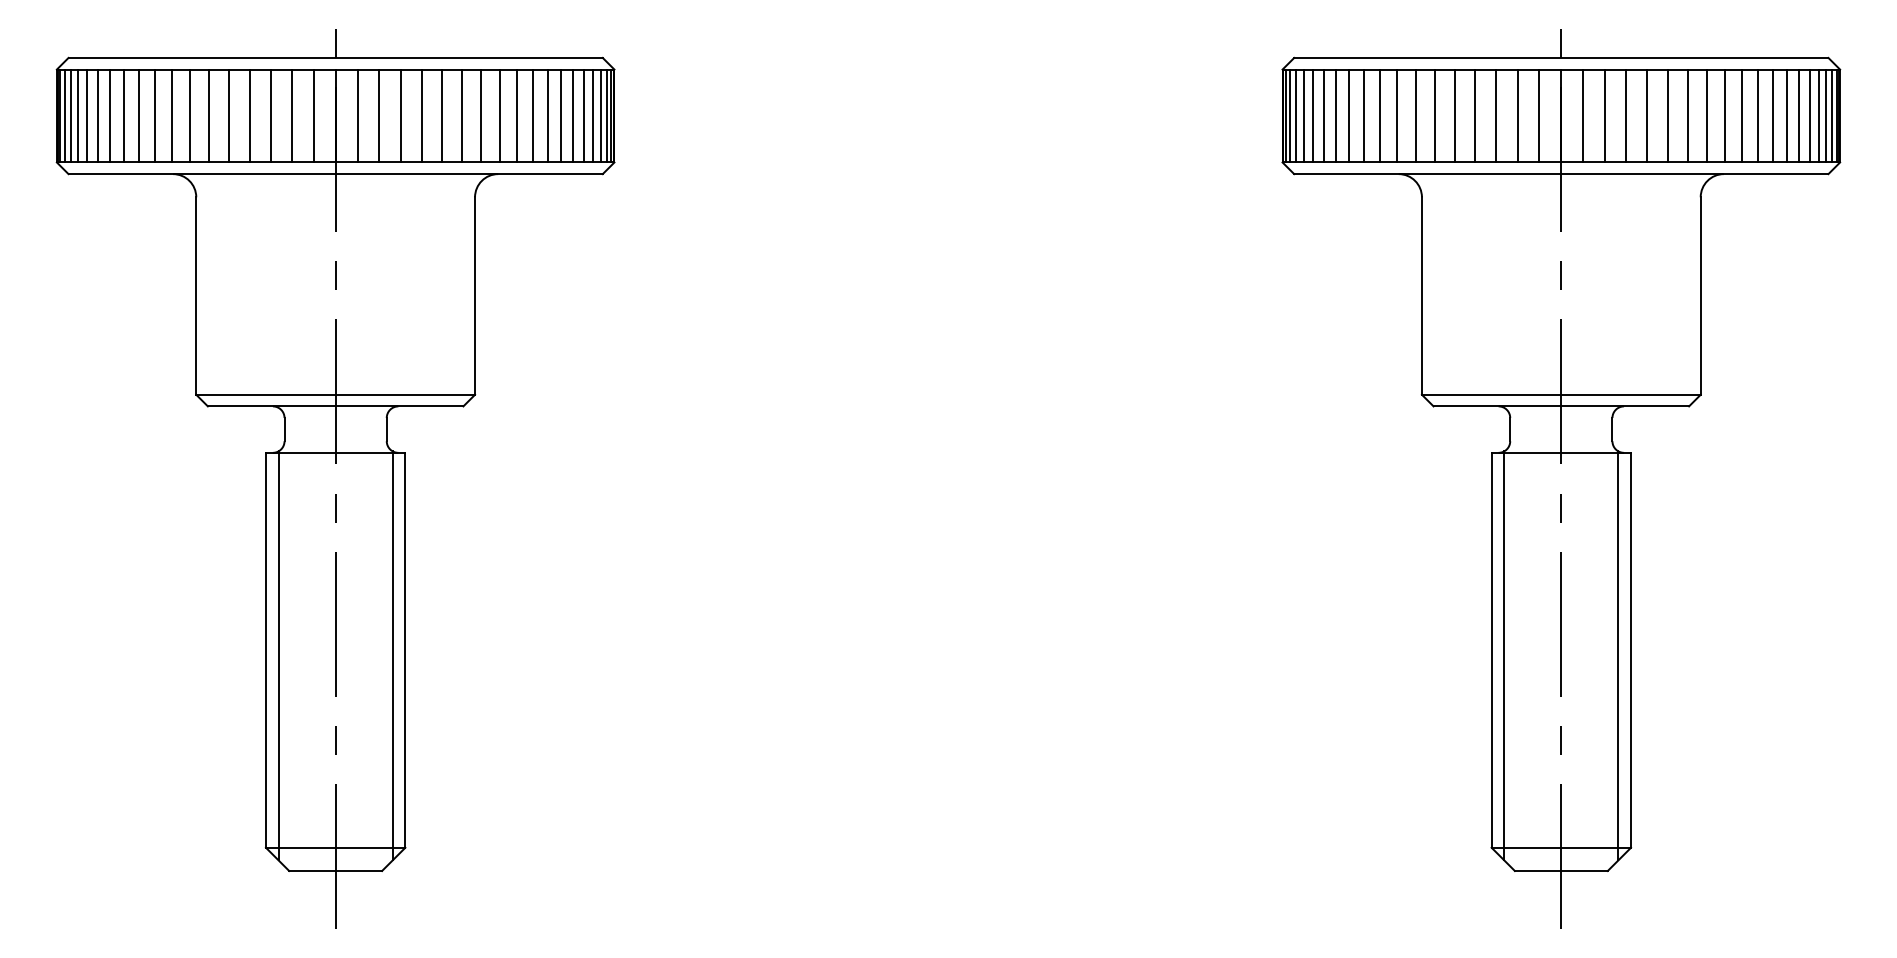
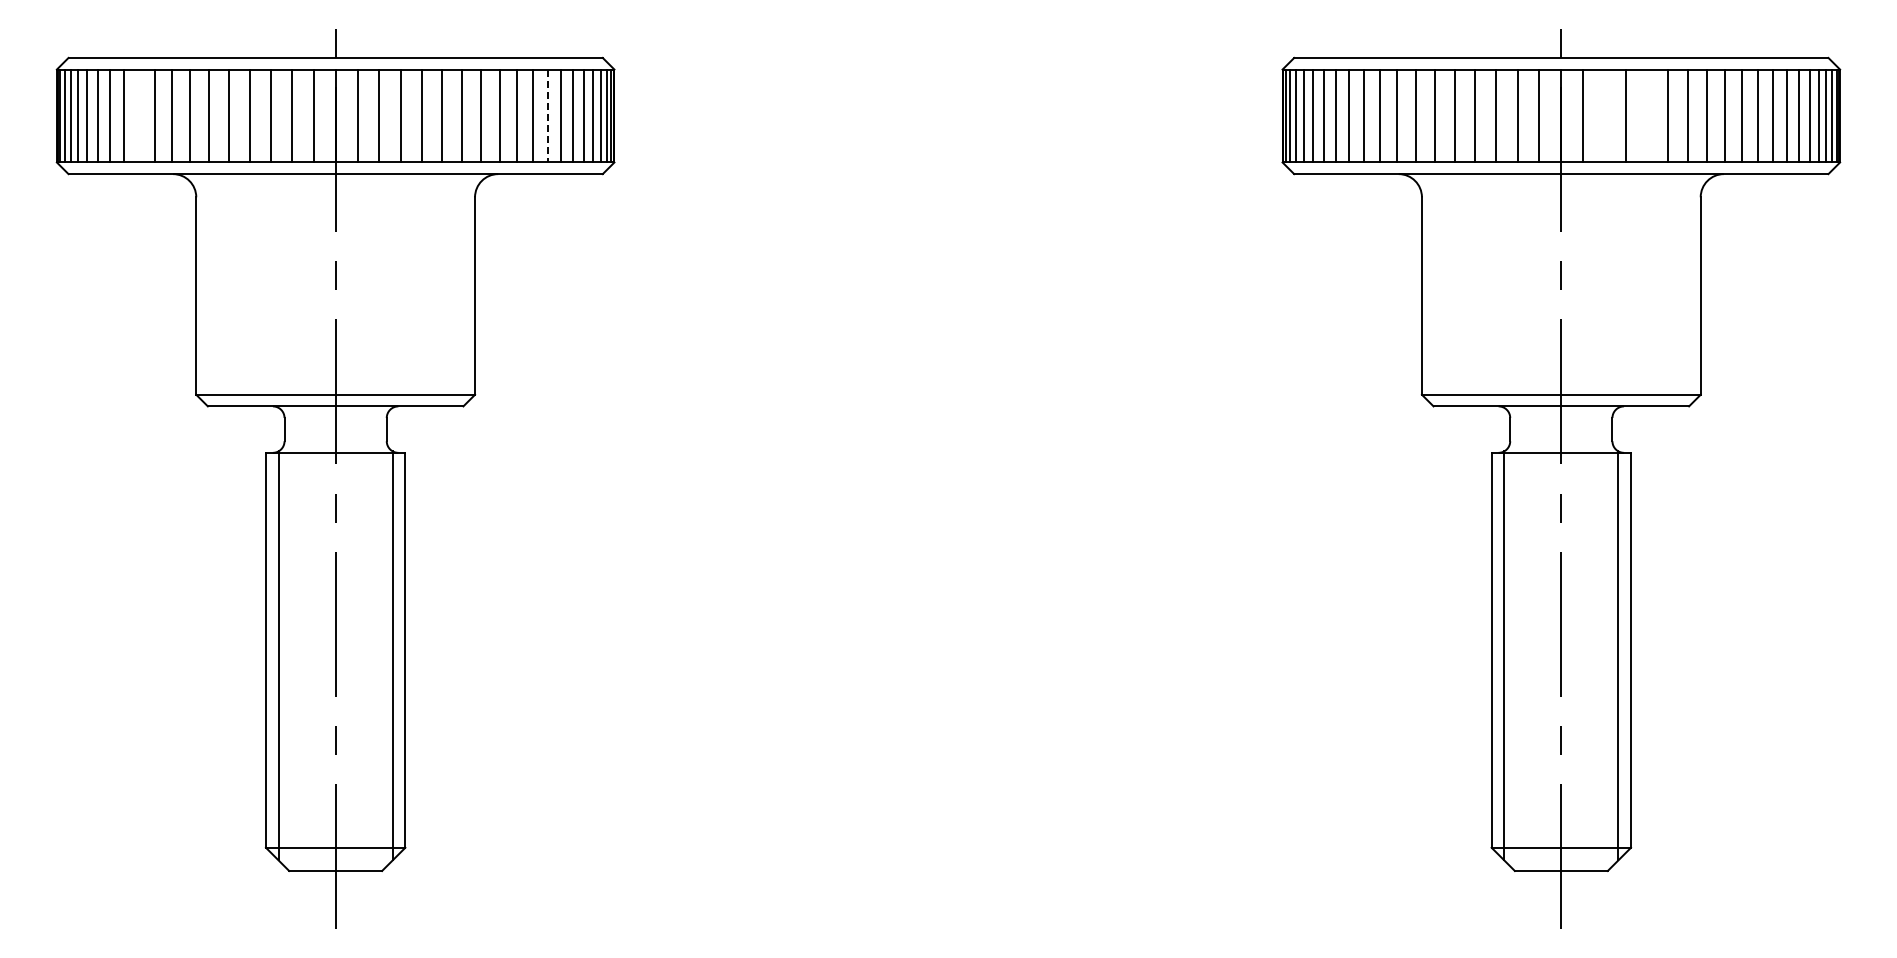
line at (138, 115): present -> none
line at (1604, 115): present -> none
line at (1647, 115): present -> none
line at (547, 116): solid -> dashed
